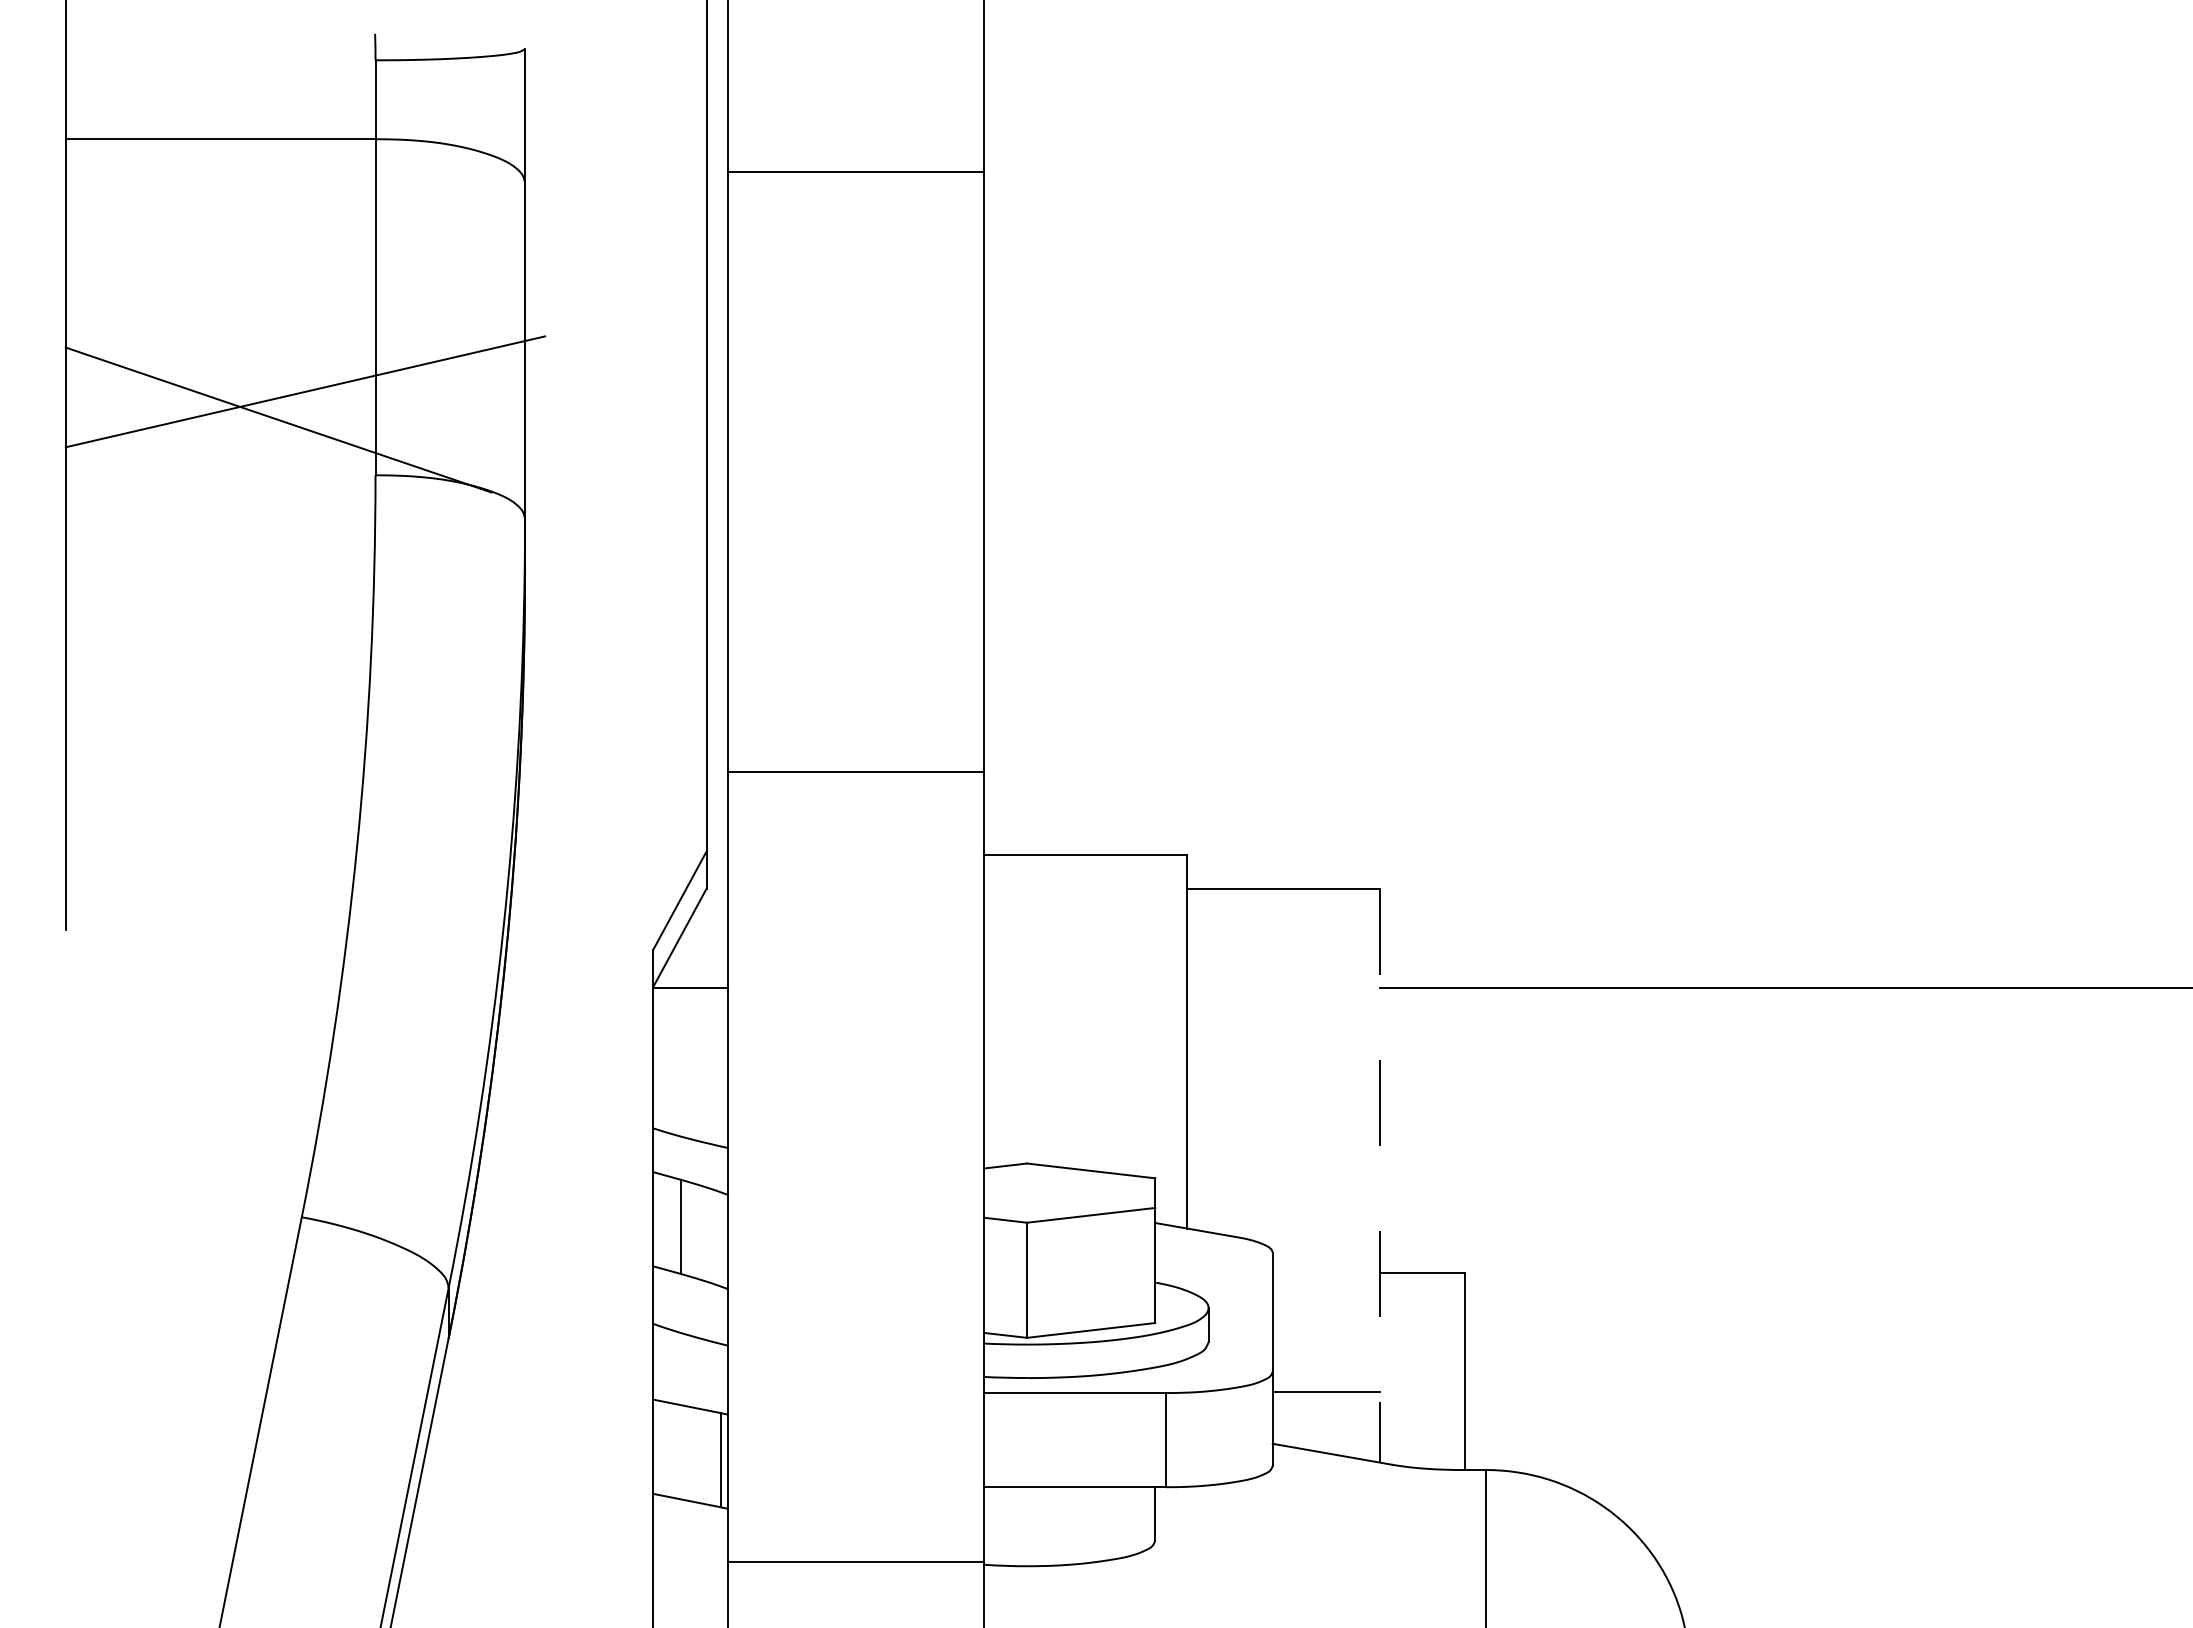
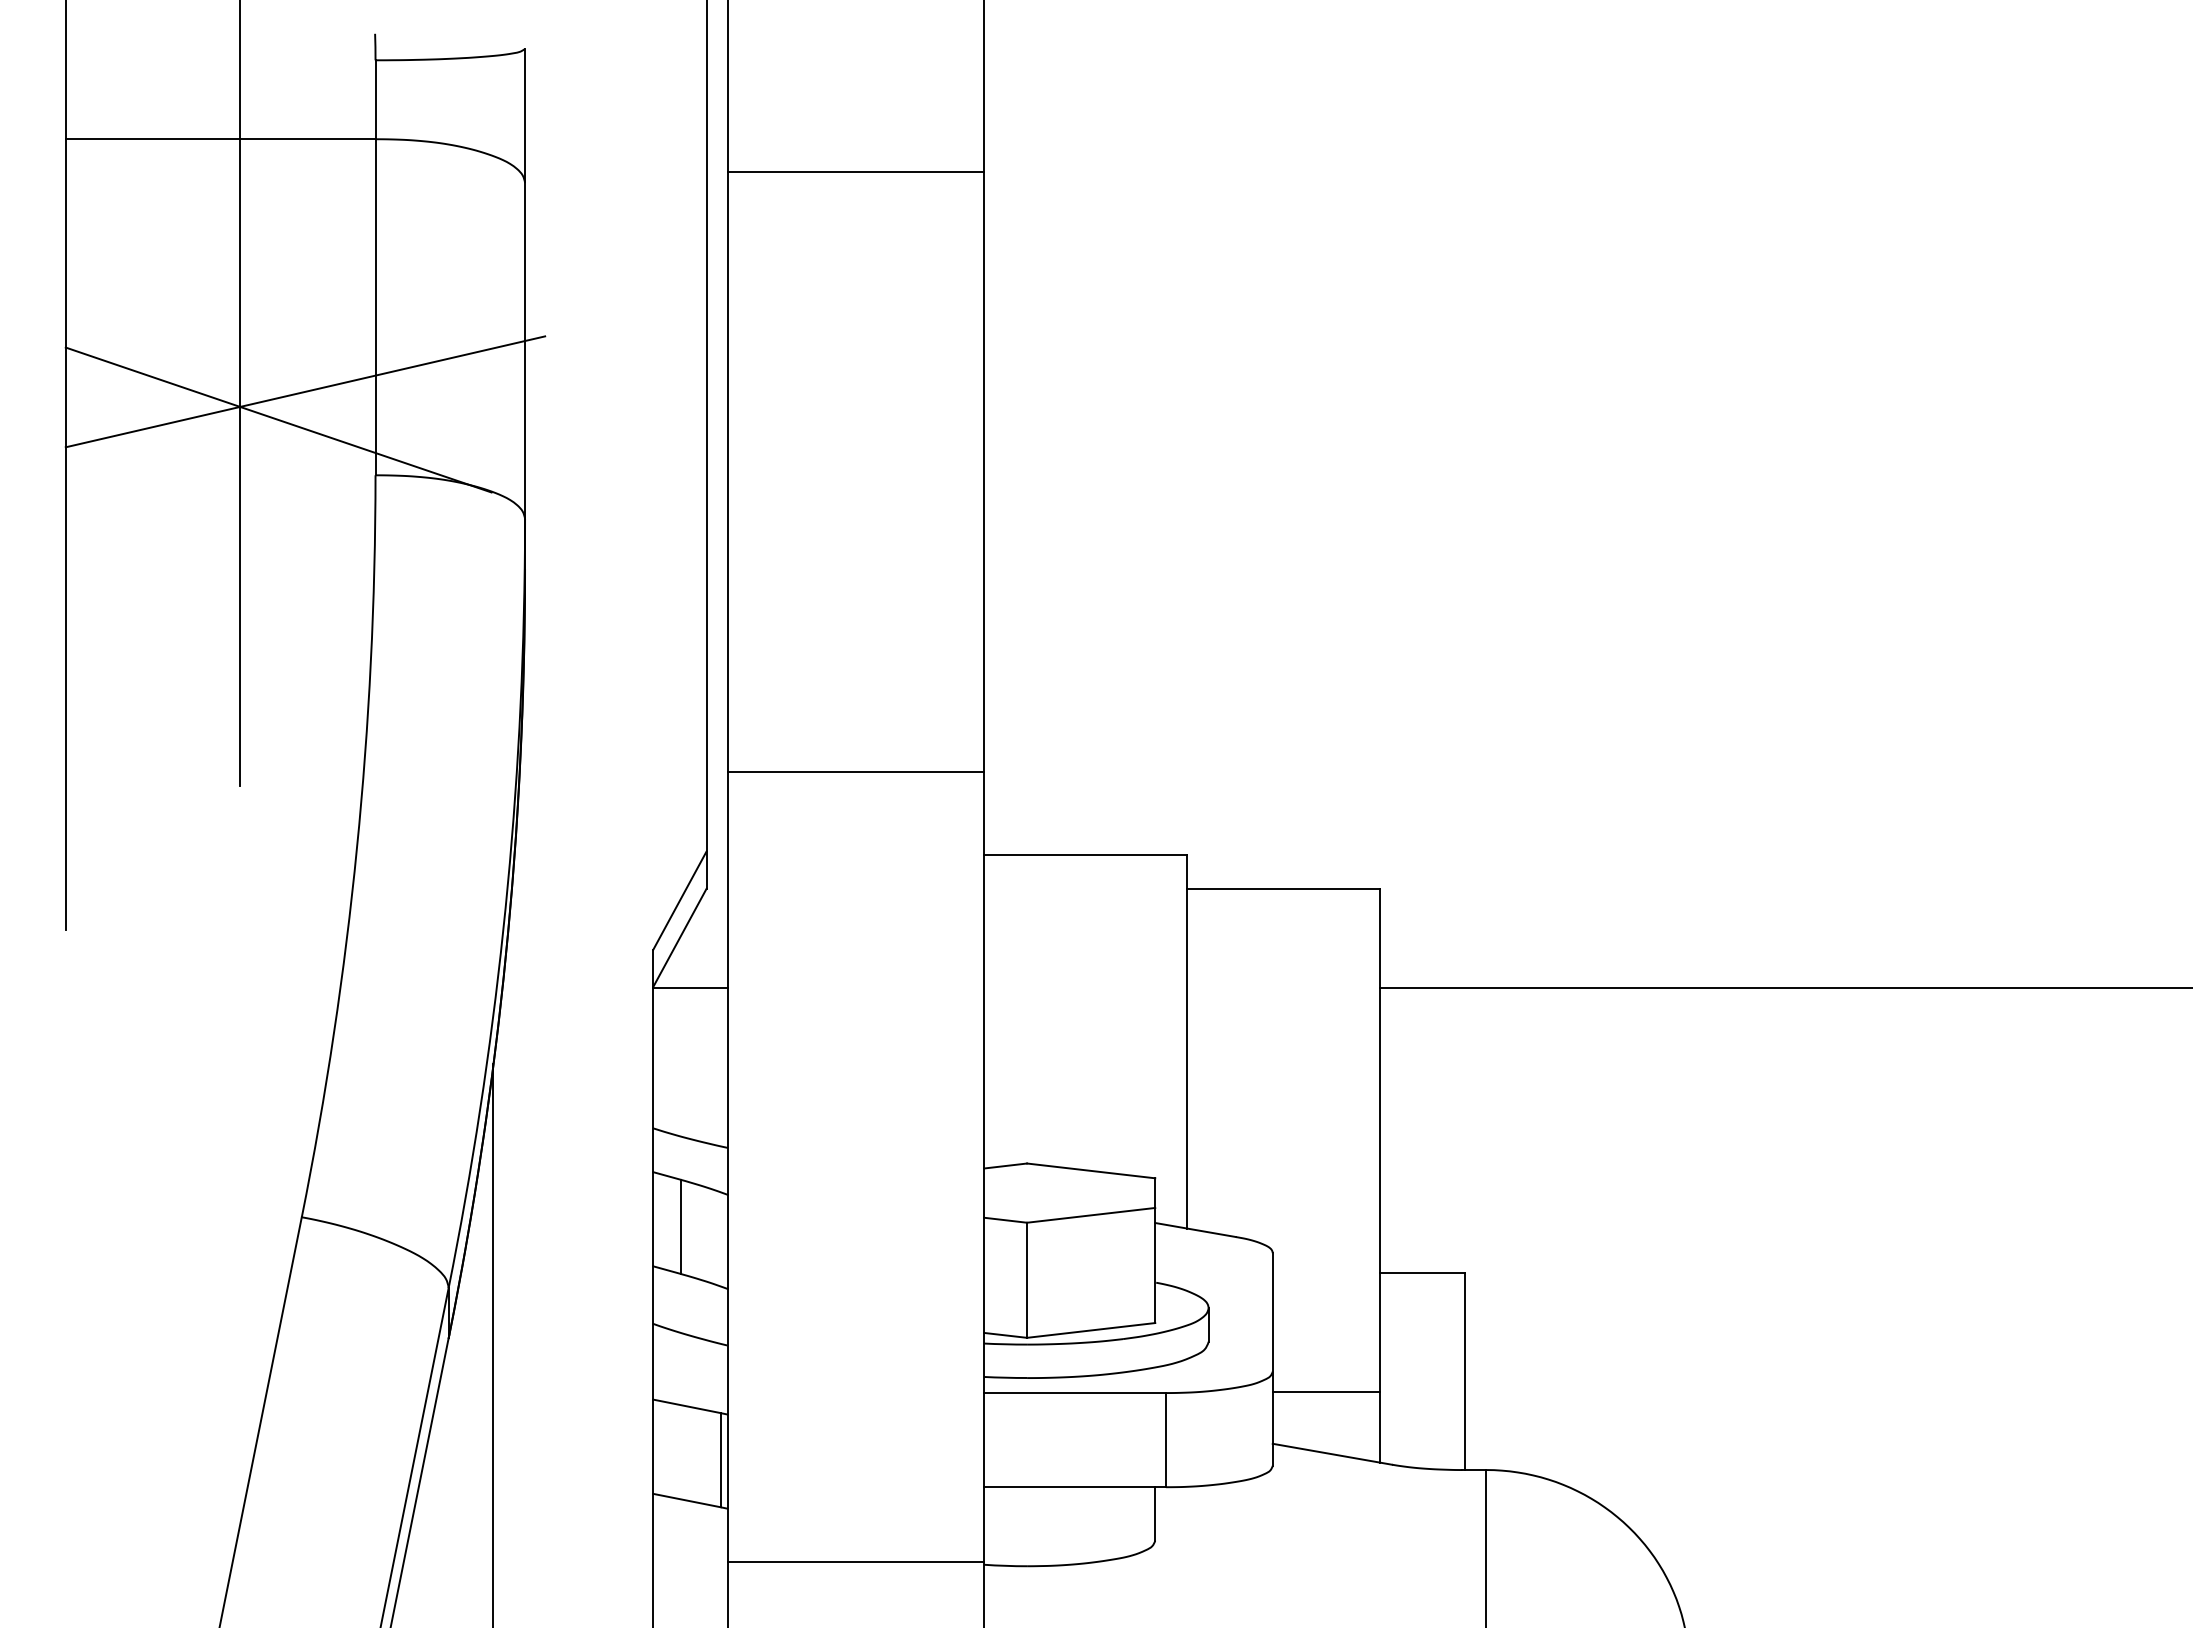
line at (240, 394): none -> present
line at (1379, 1175): dashed -> solid
line at (493, 1343): none -> present
